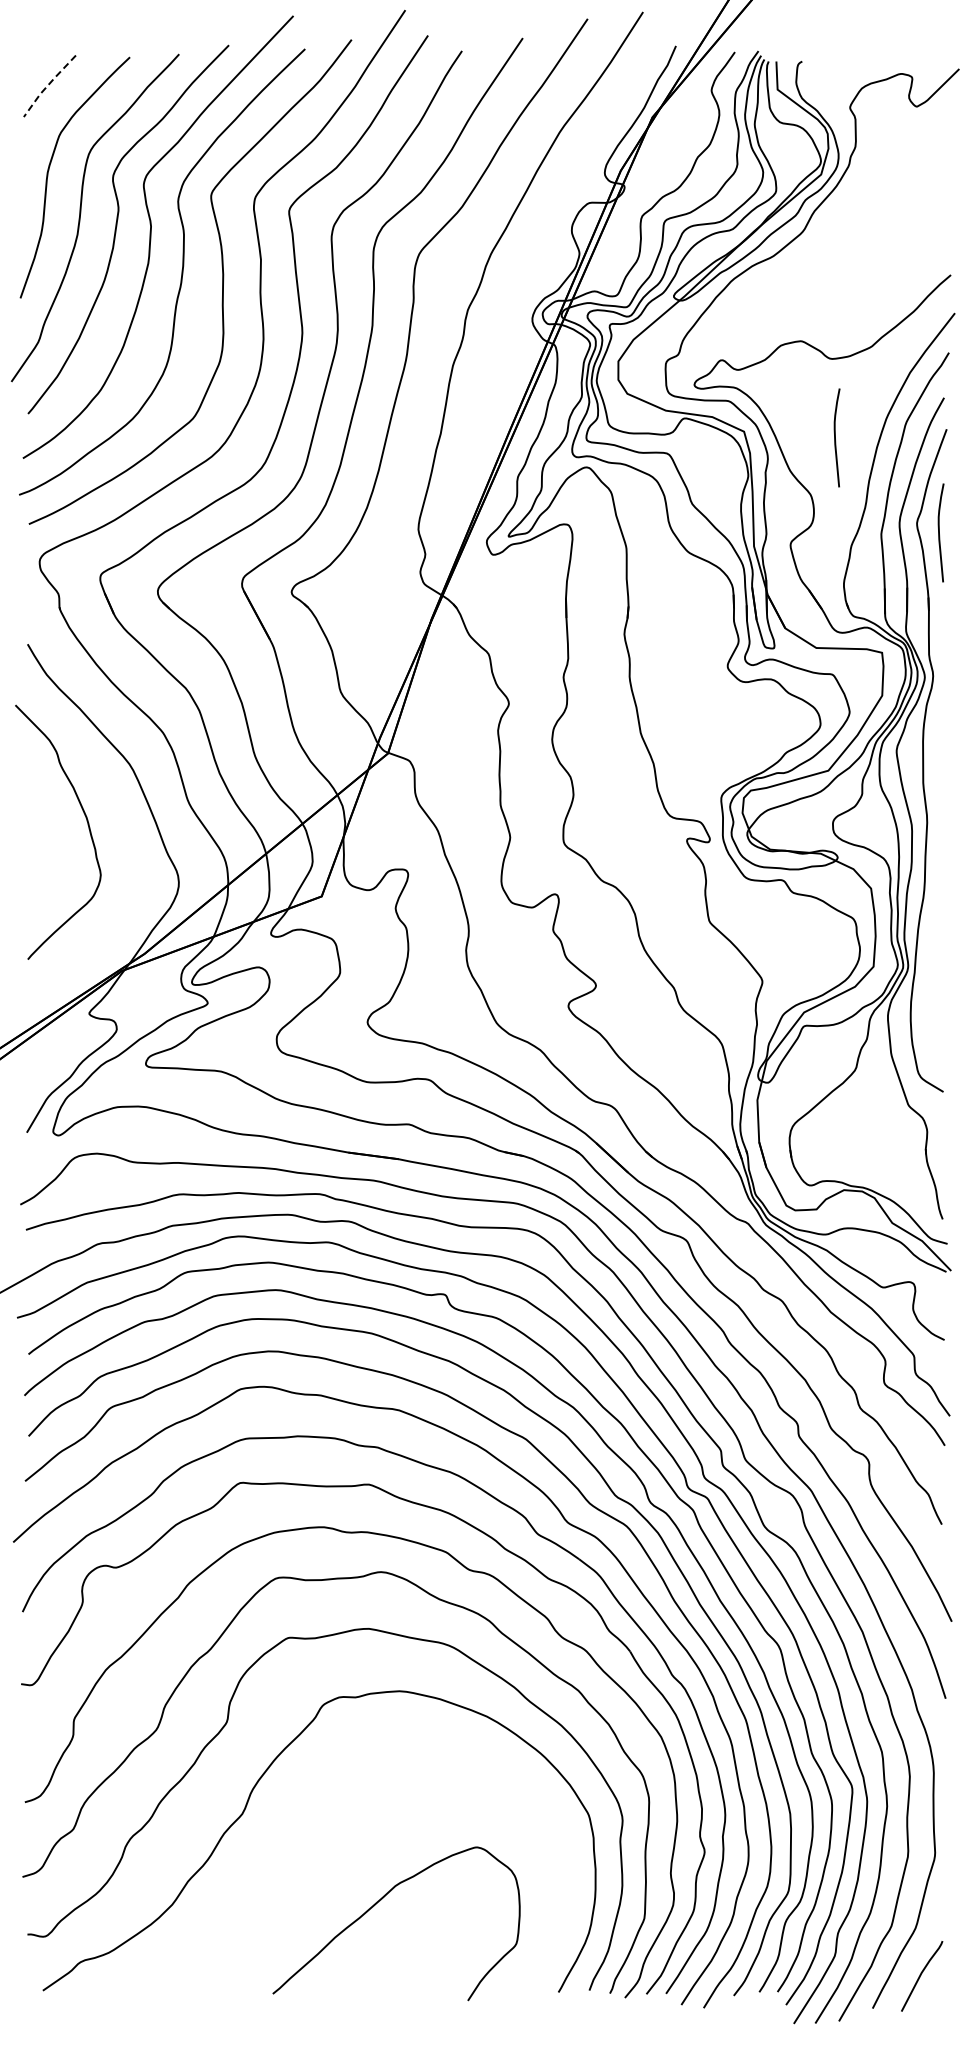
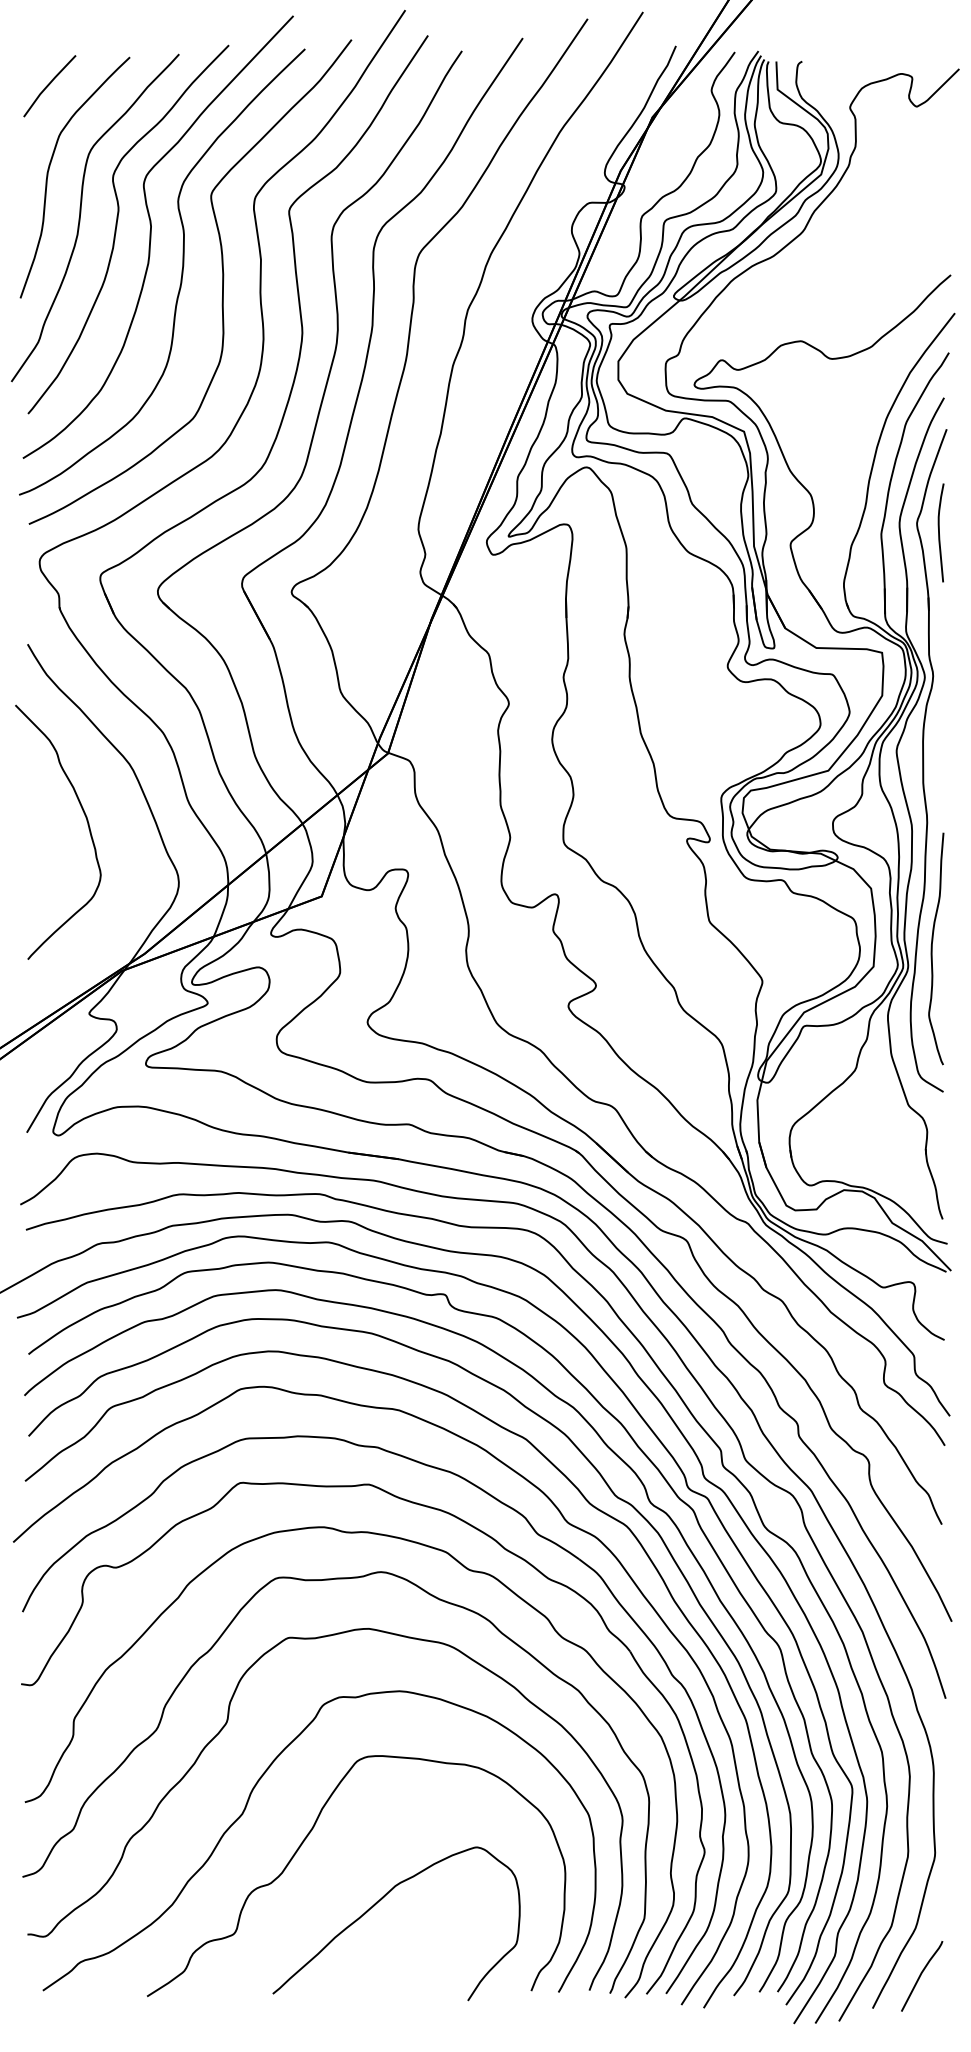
line at (48, 85): dashed -> solid
curve at (835, 437): present -> none
curve at (932, 948): none -> present
curve at (305, 1840): none -> present
